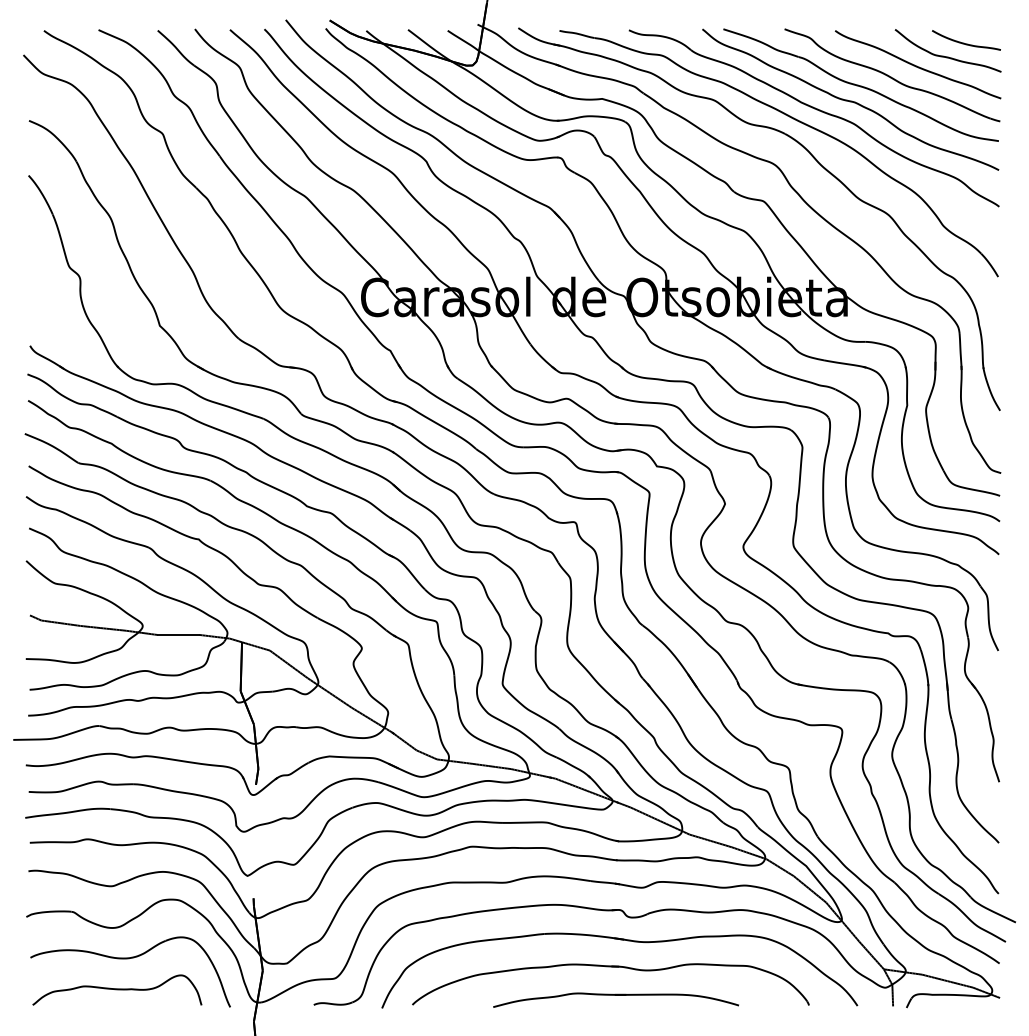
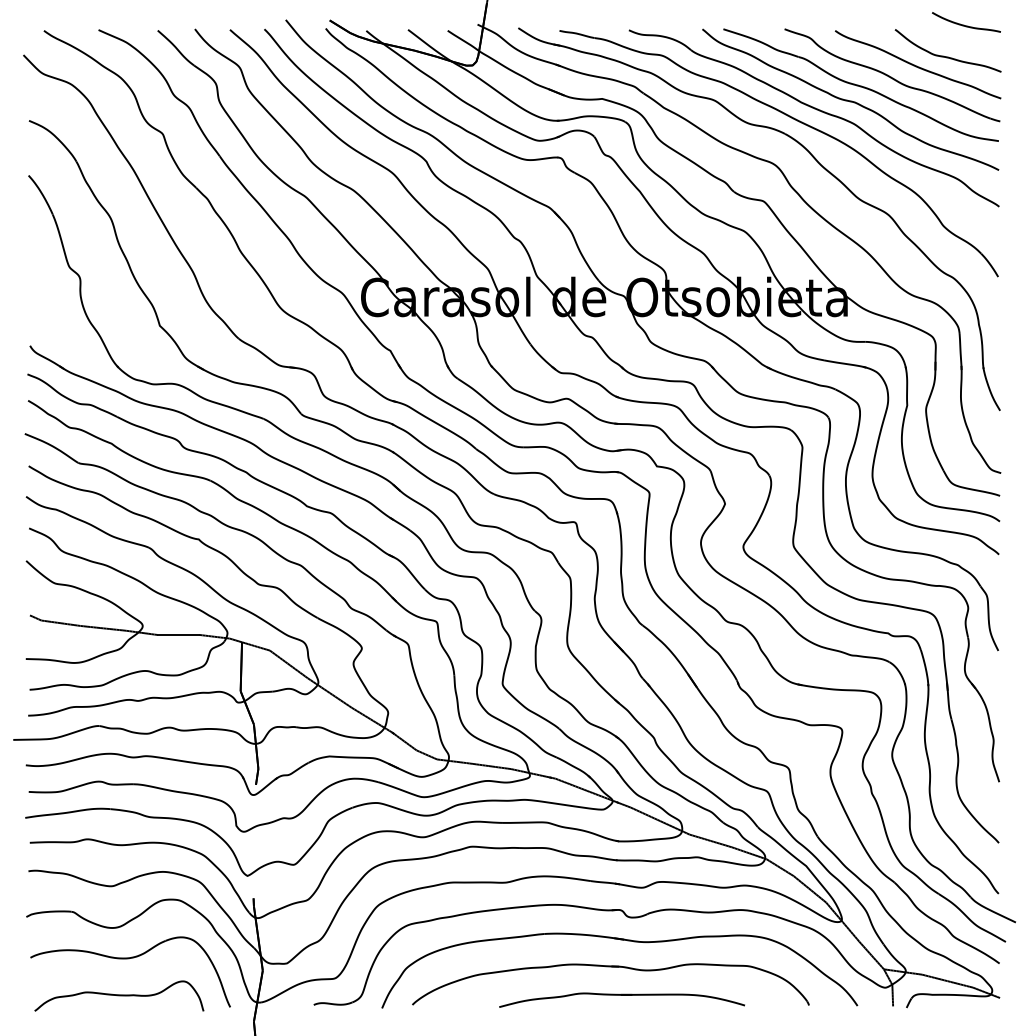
curve at (964, 42) position: (964, 42) -> (964, 24)
curve at (117, 989) position: (117, 989) -> (119, 995)
part at (615, 999) position: (615, 999) -> (621, 999)
